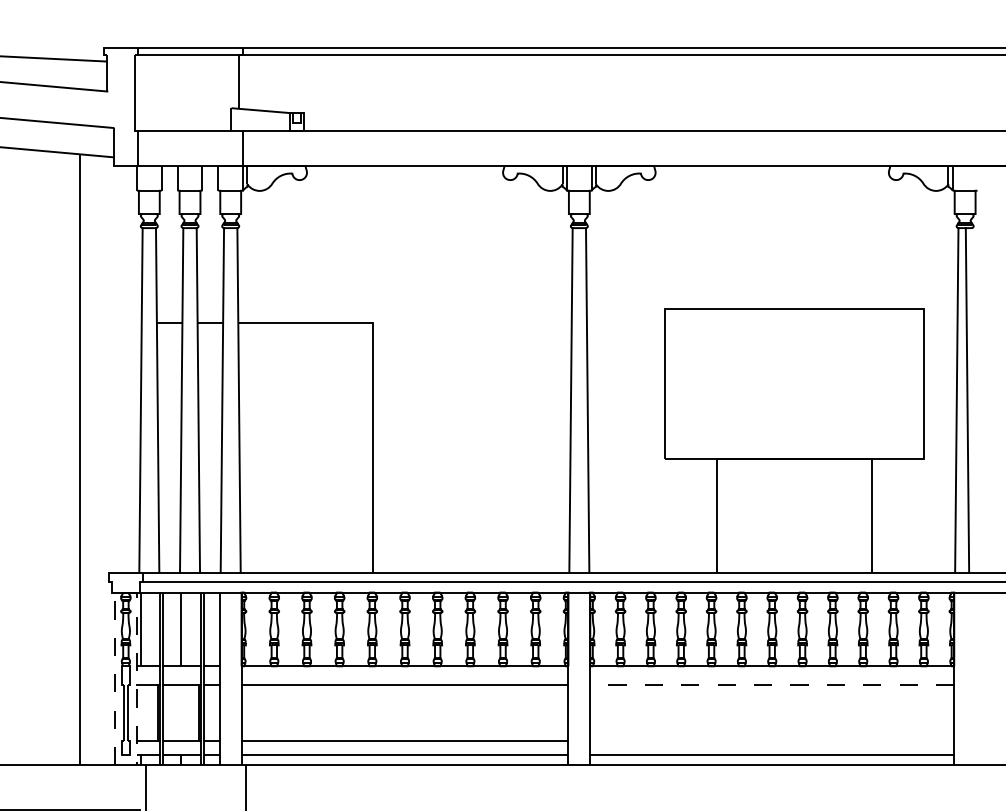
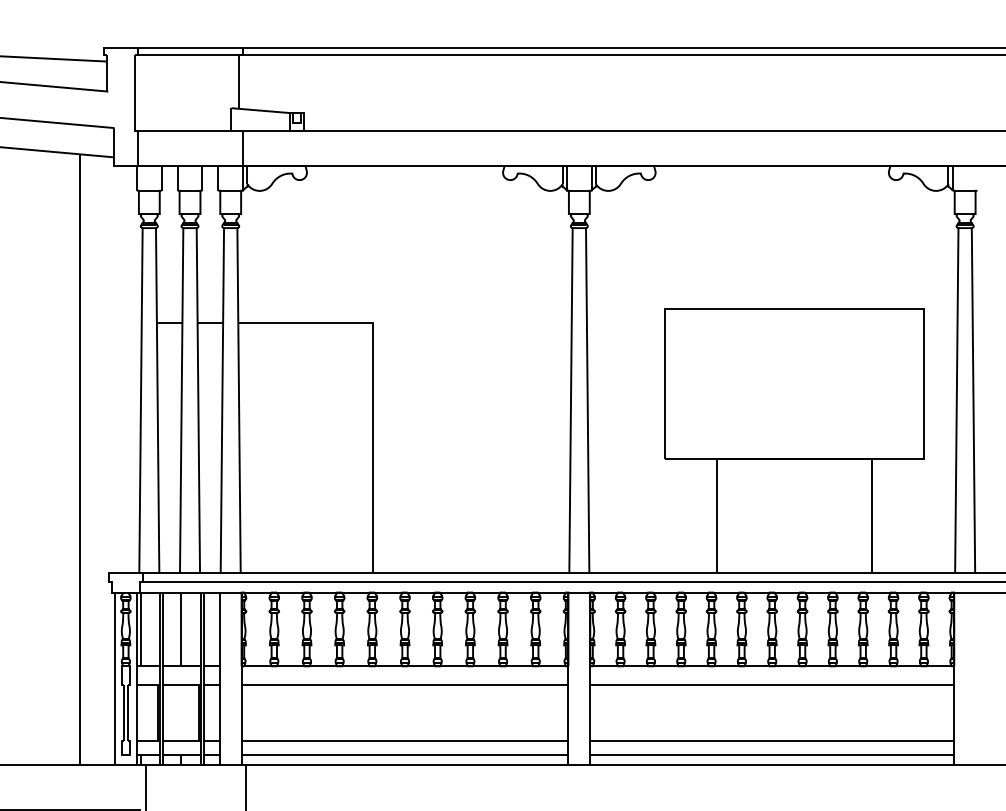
line at (967, 400) position: (967, 400) -> (973, 400)
line at (125, 592): dashed -> solid
line at (772, 685): dashed -> solid
line at (772, 740): none -> present
